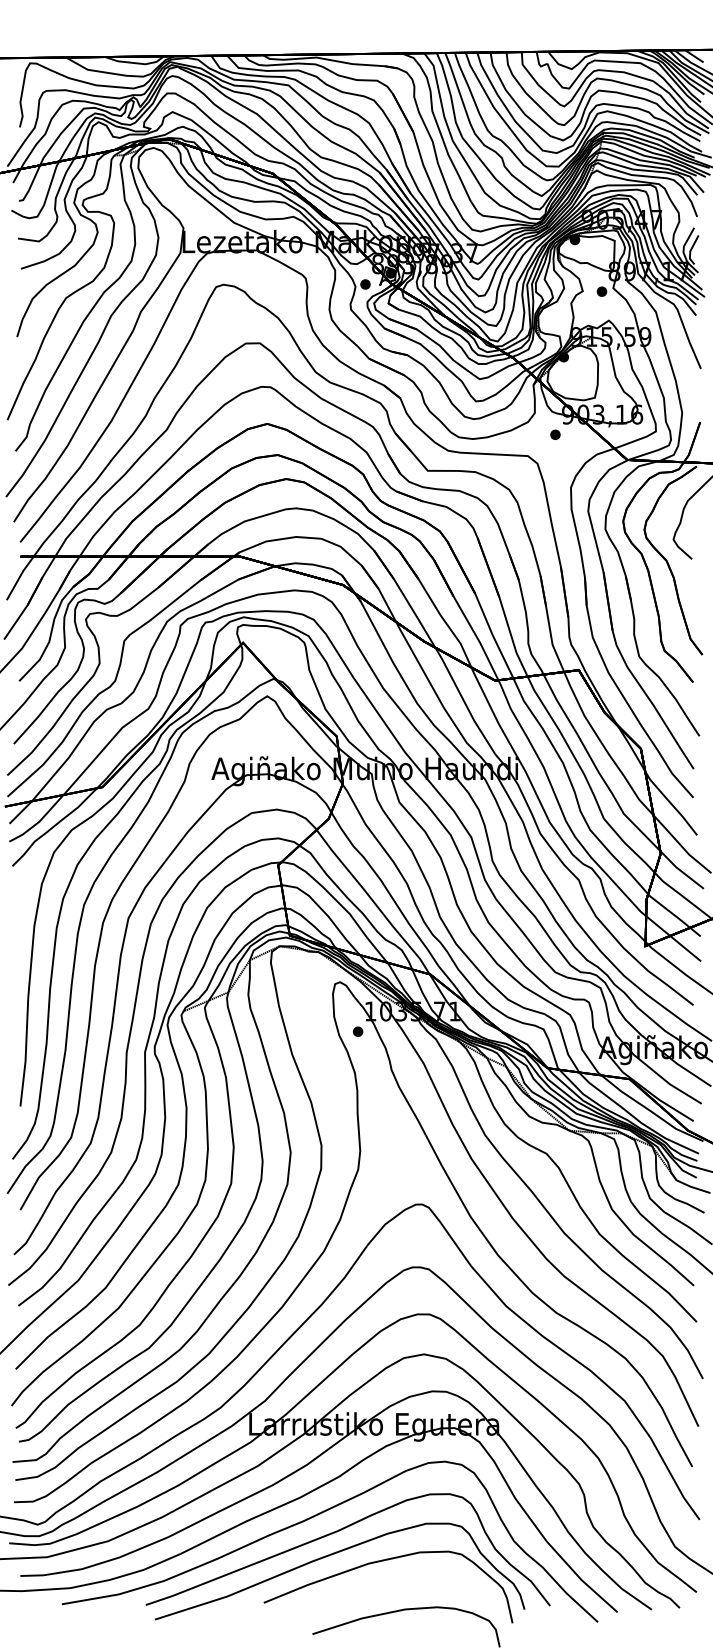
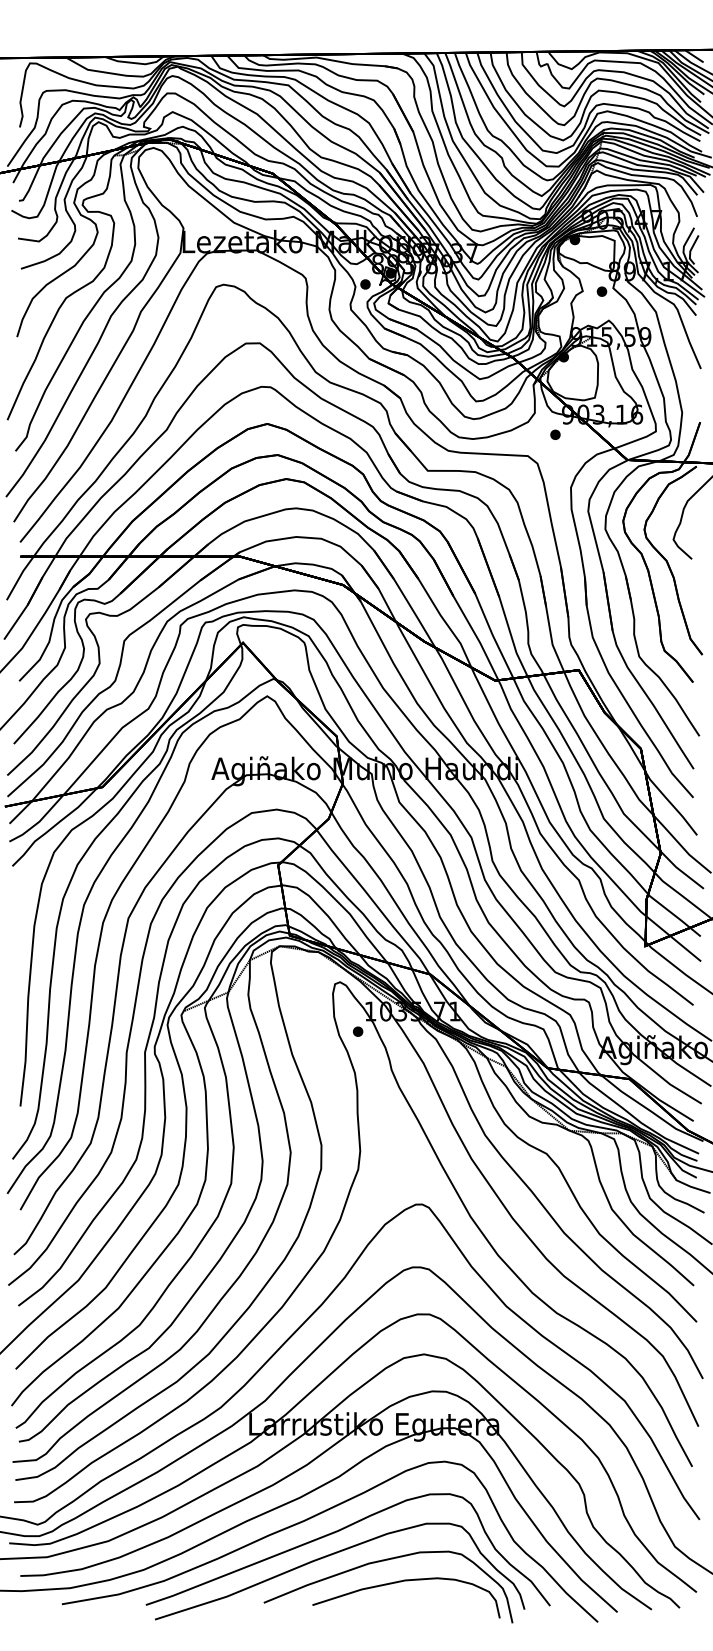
part at (401, 1611) position: (401, 1611) -> (401, 1582)
